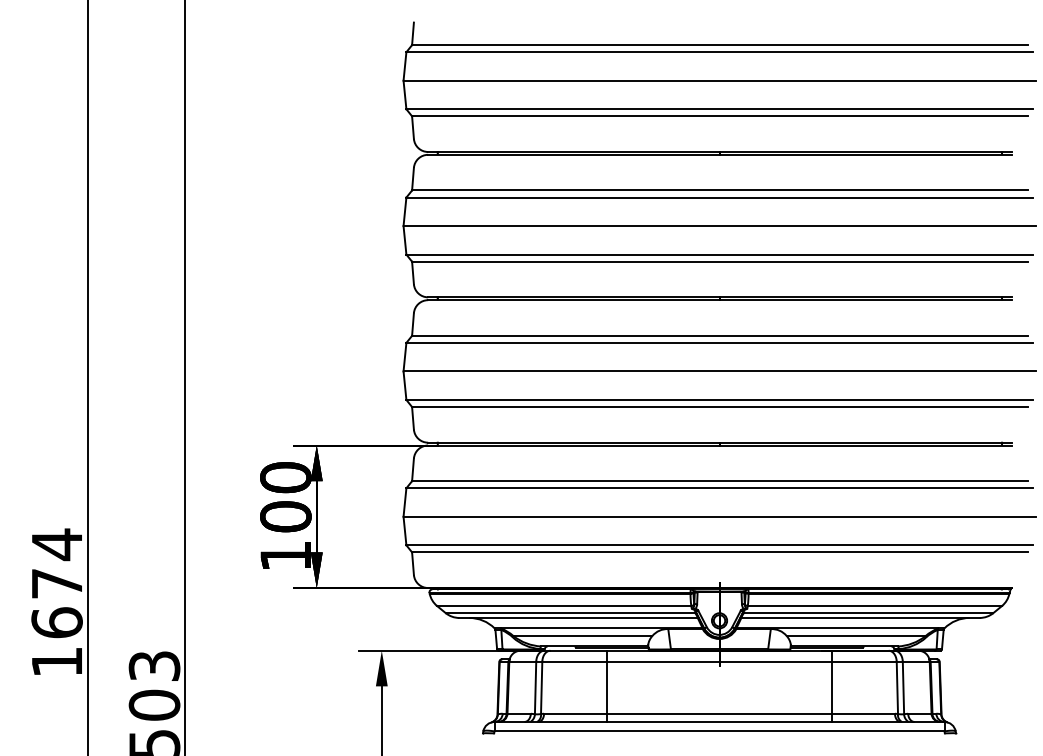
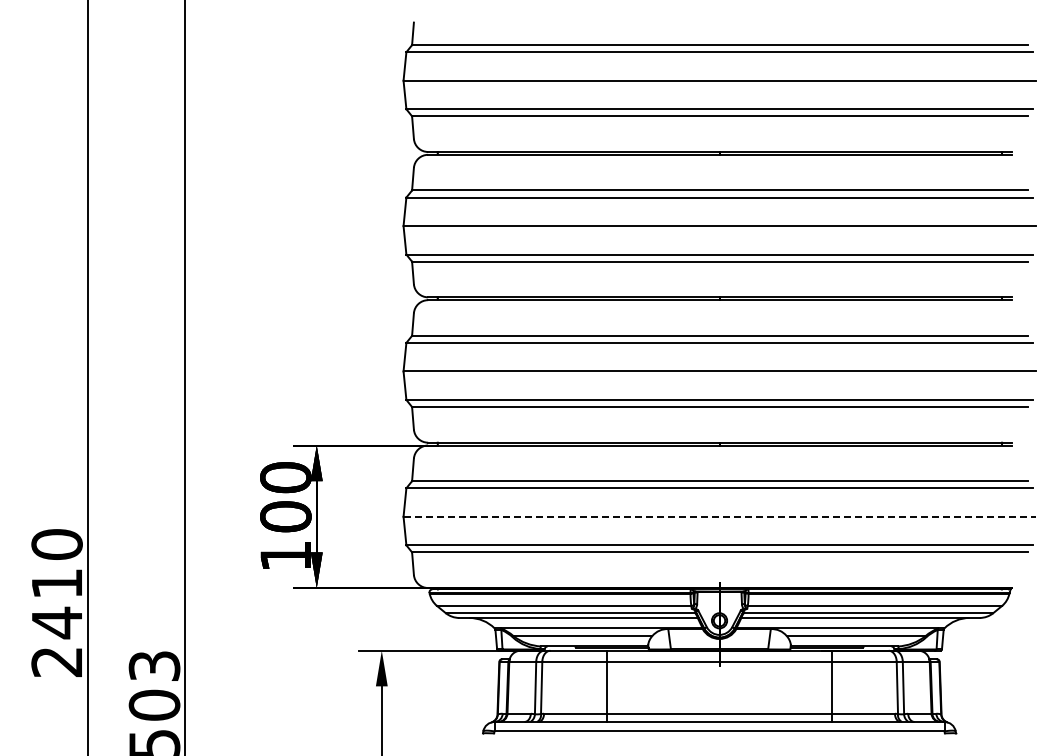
line at (720, 516): solid -> dashed
text at (56, 602): 1674 -> 2410
